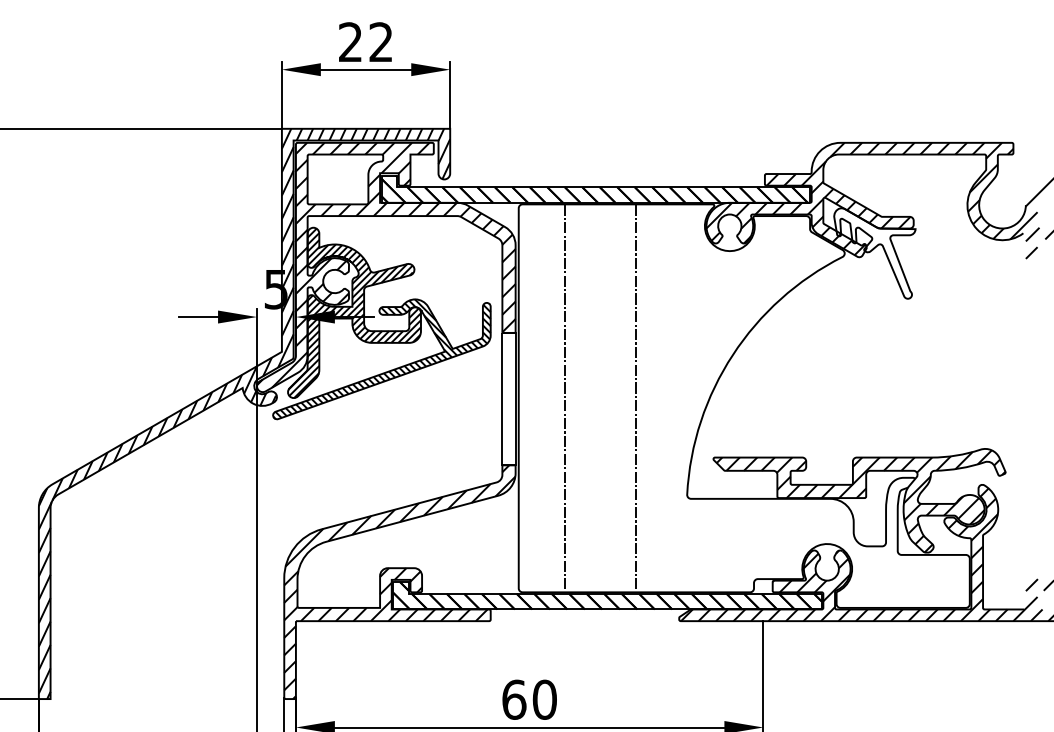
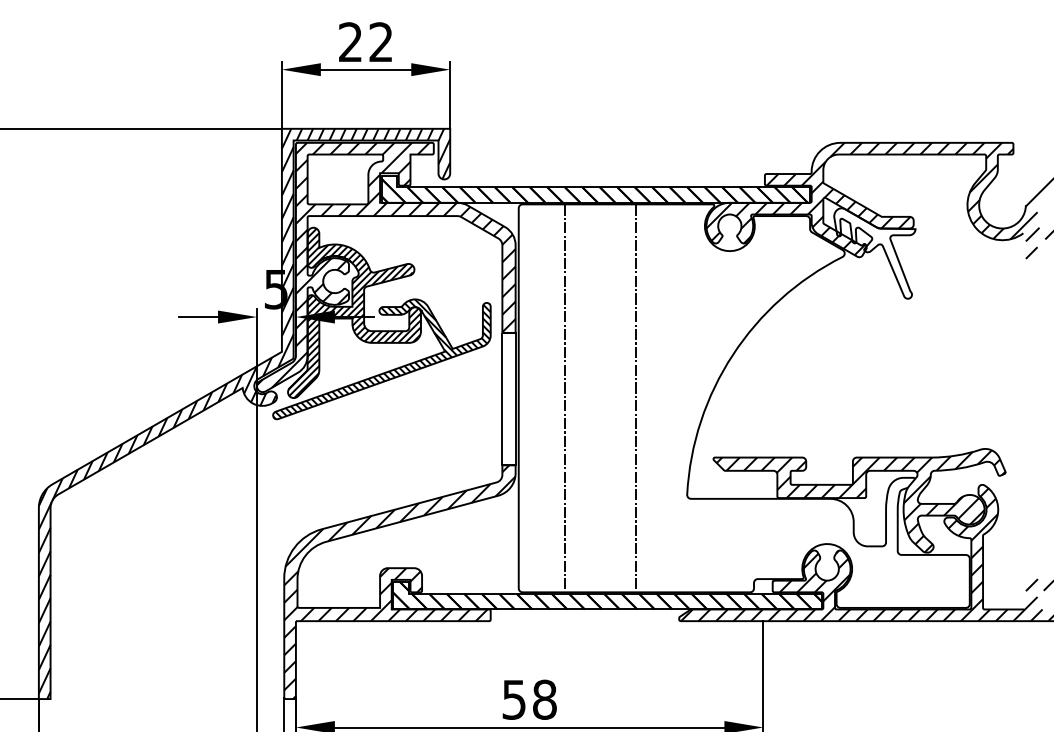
text at (529, 699): 60 -> 58
